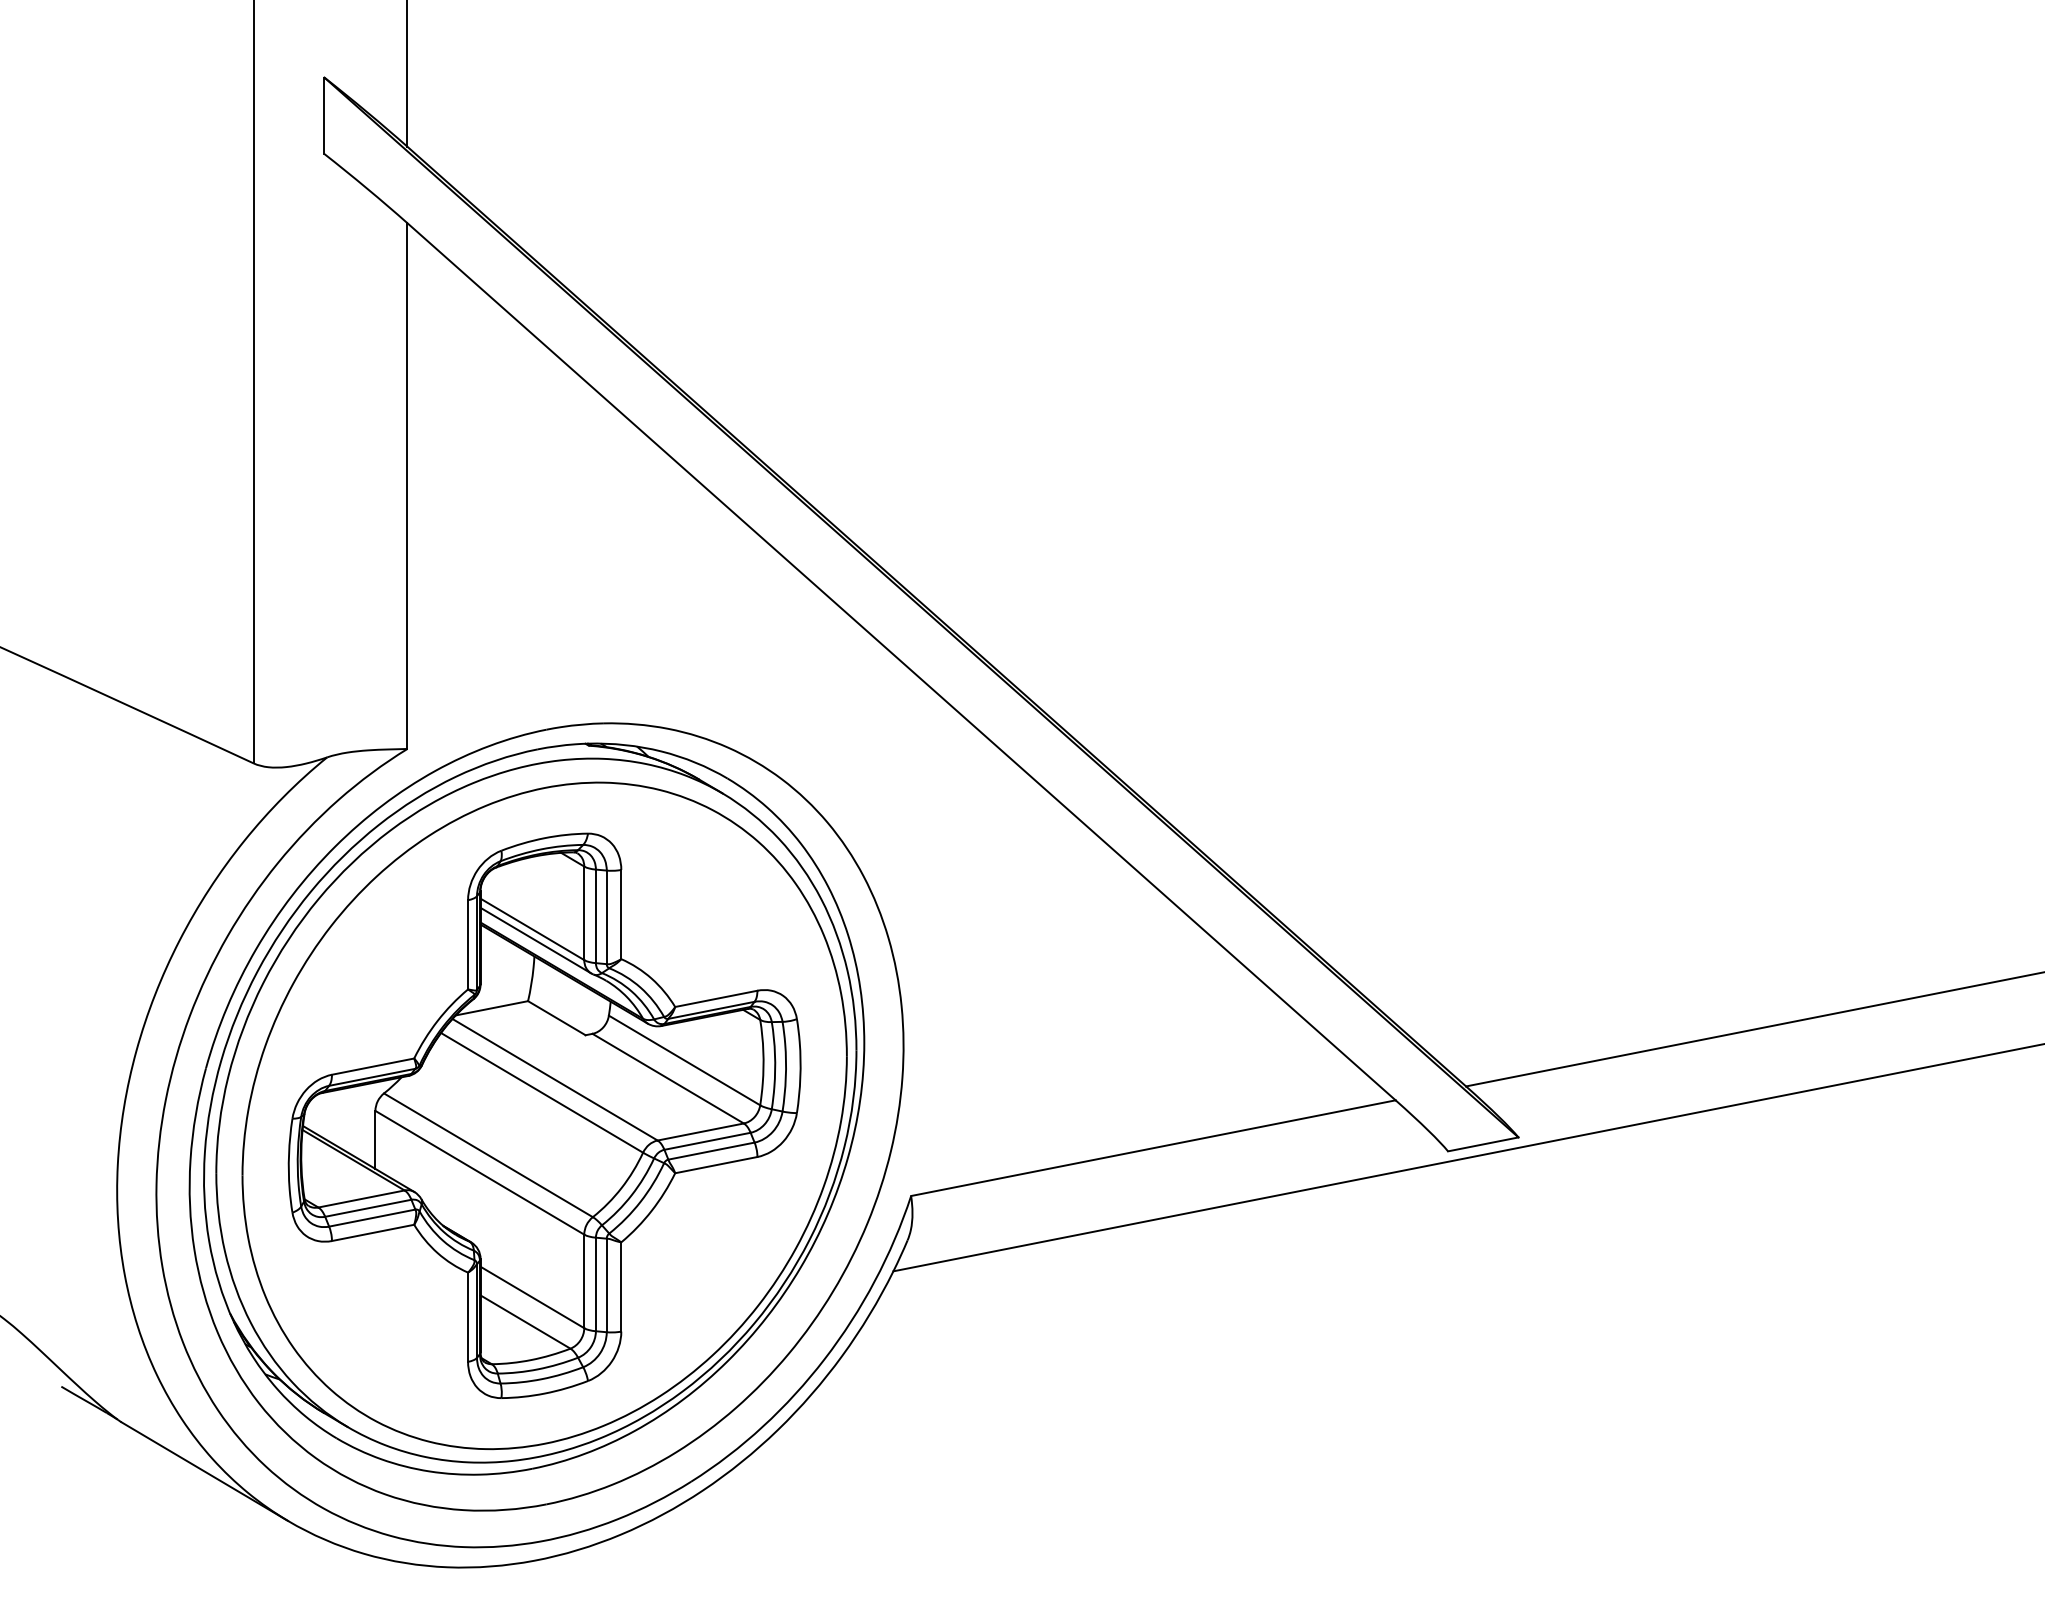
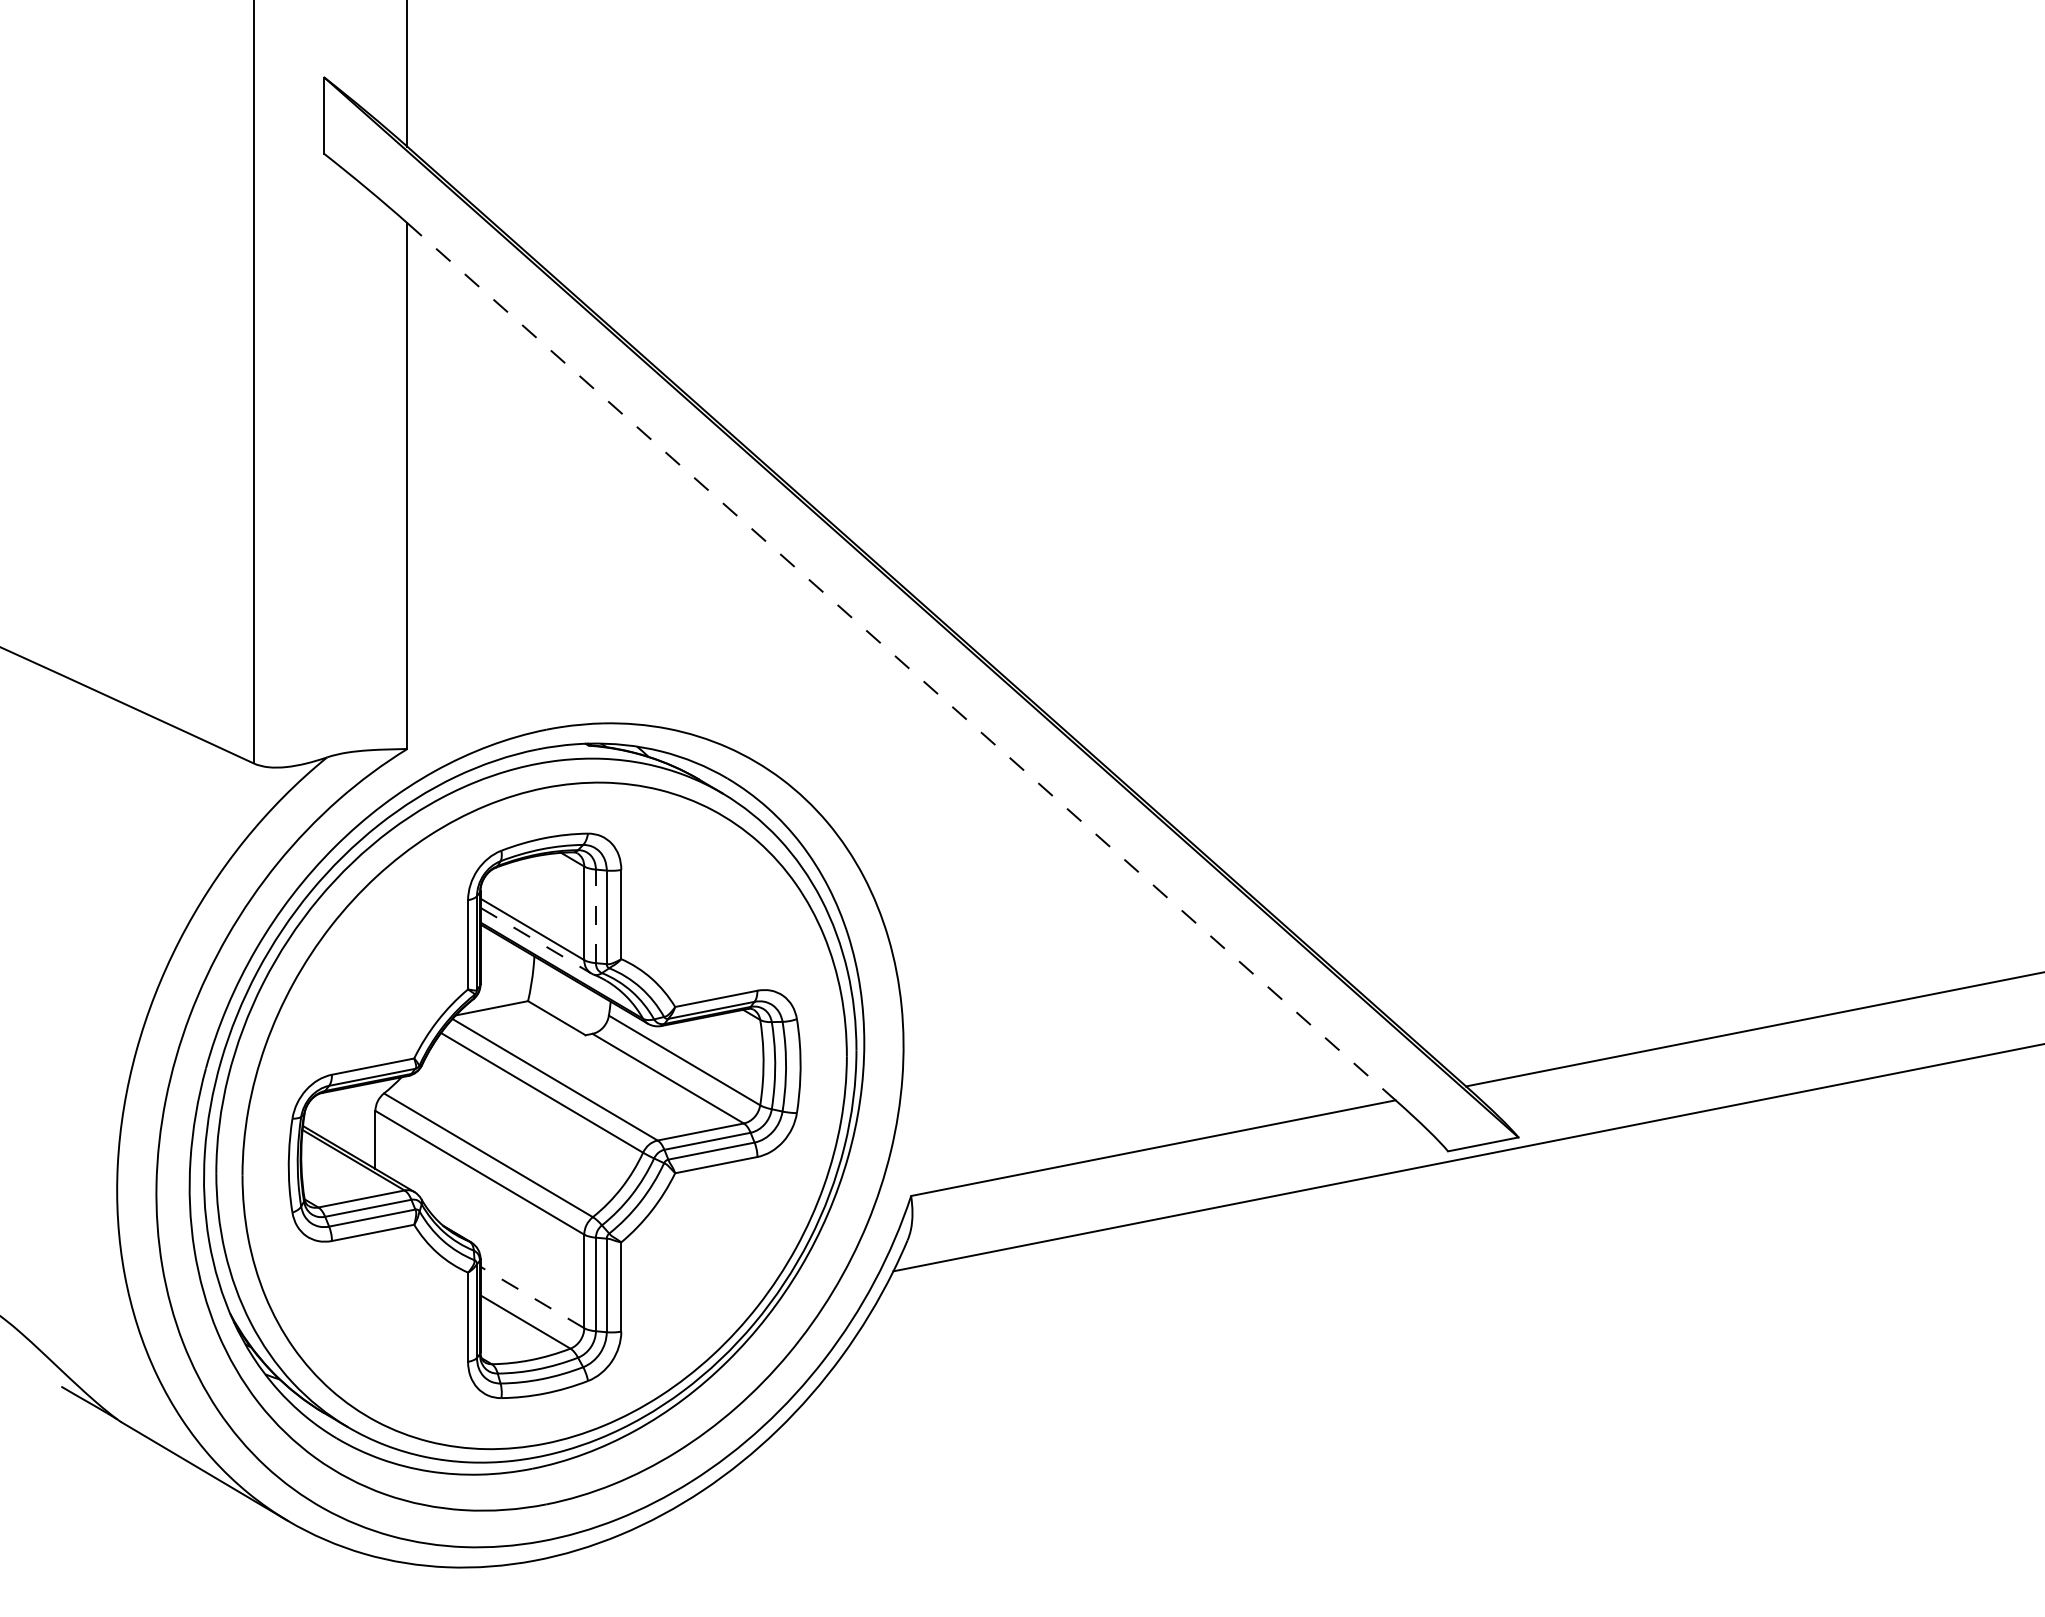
line at (901, 661): solid -> dashed
line at (595, 916): solid -> dashed
line at (536, 940): solid -> dashed
line at (532, 1297): solid -> dashed
